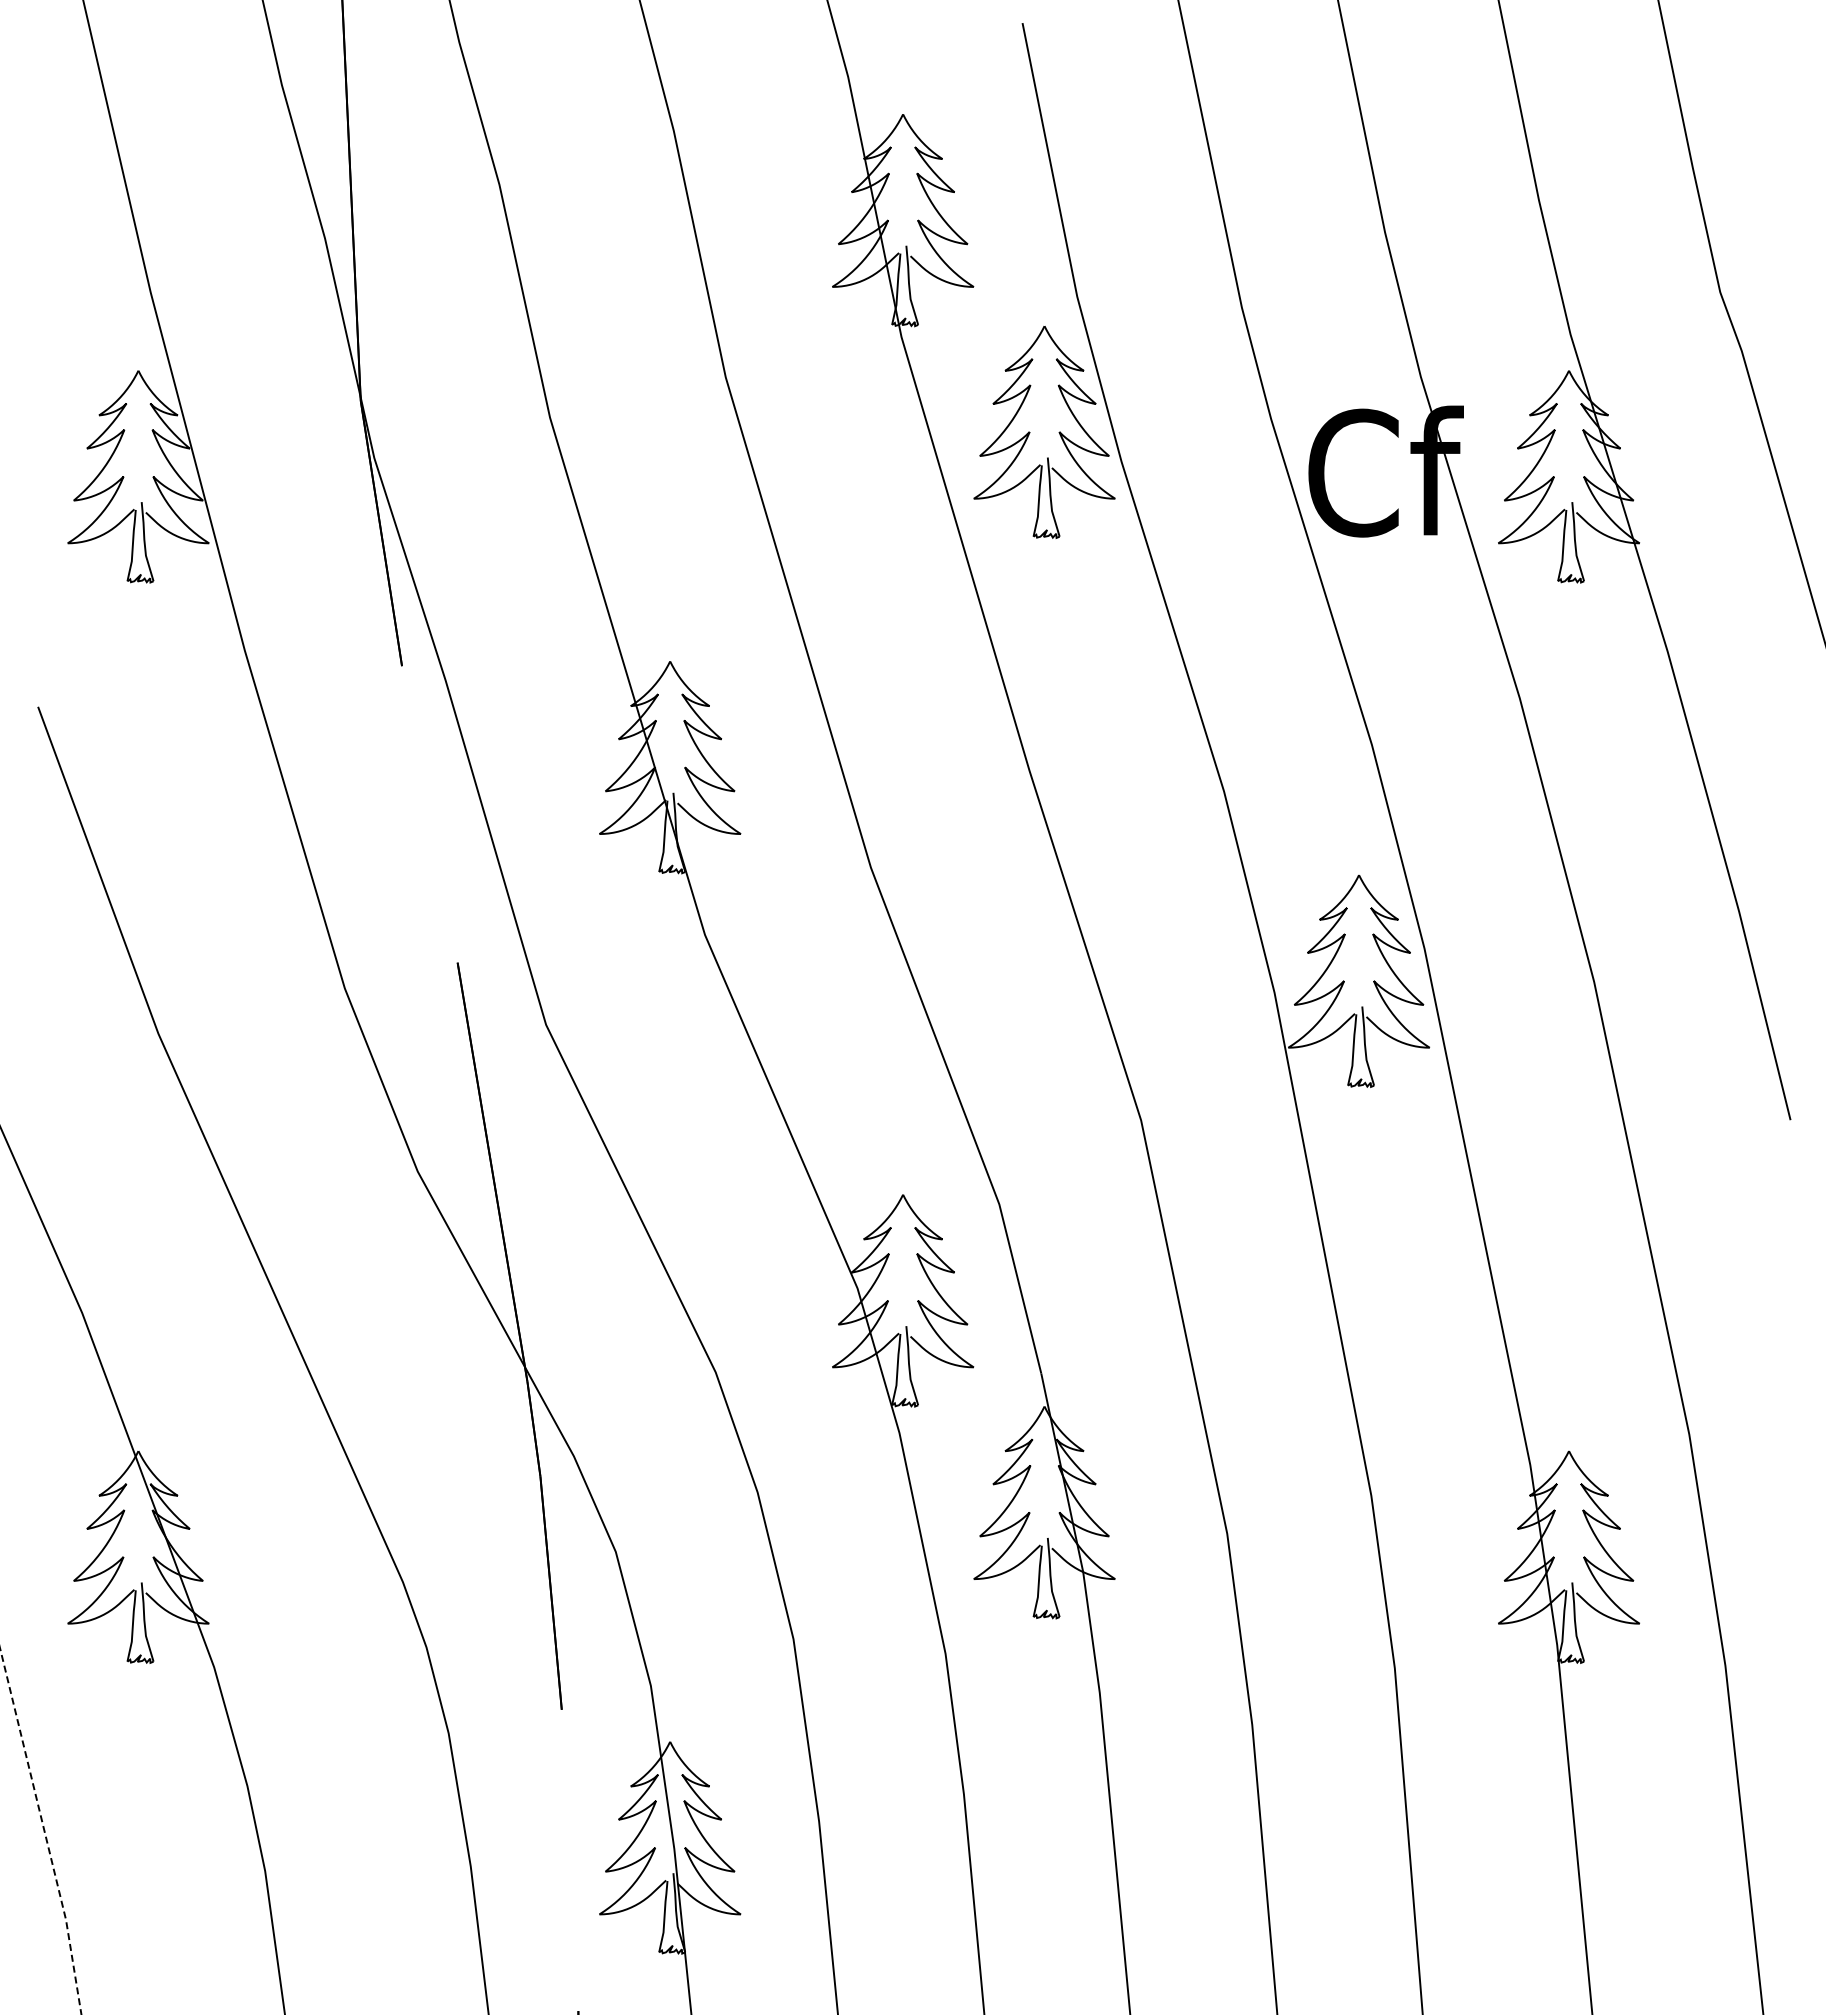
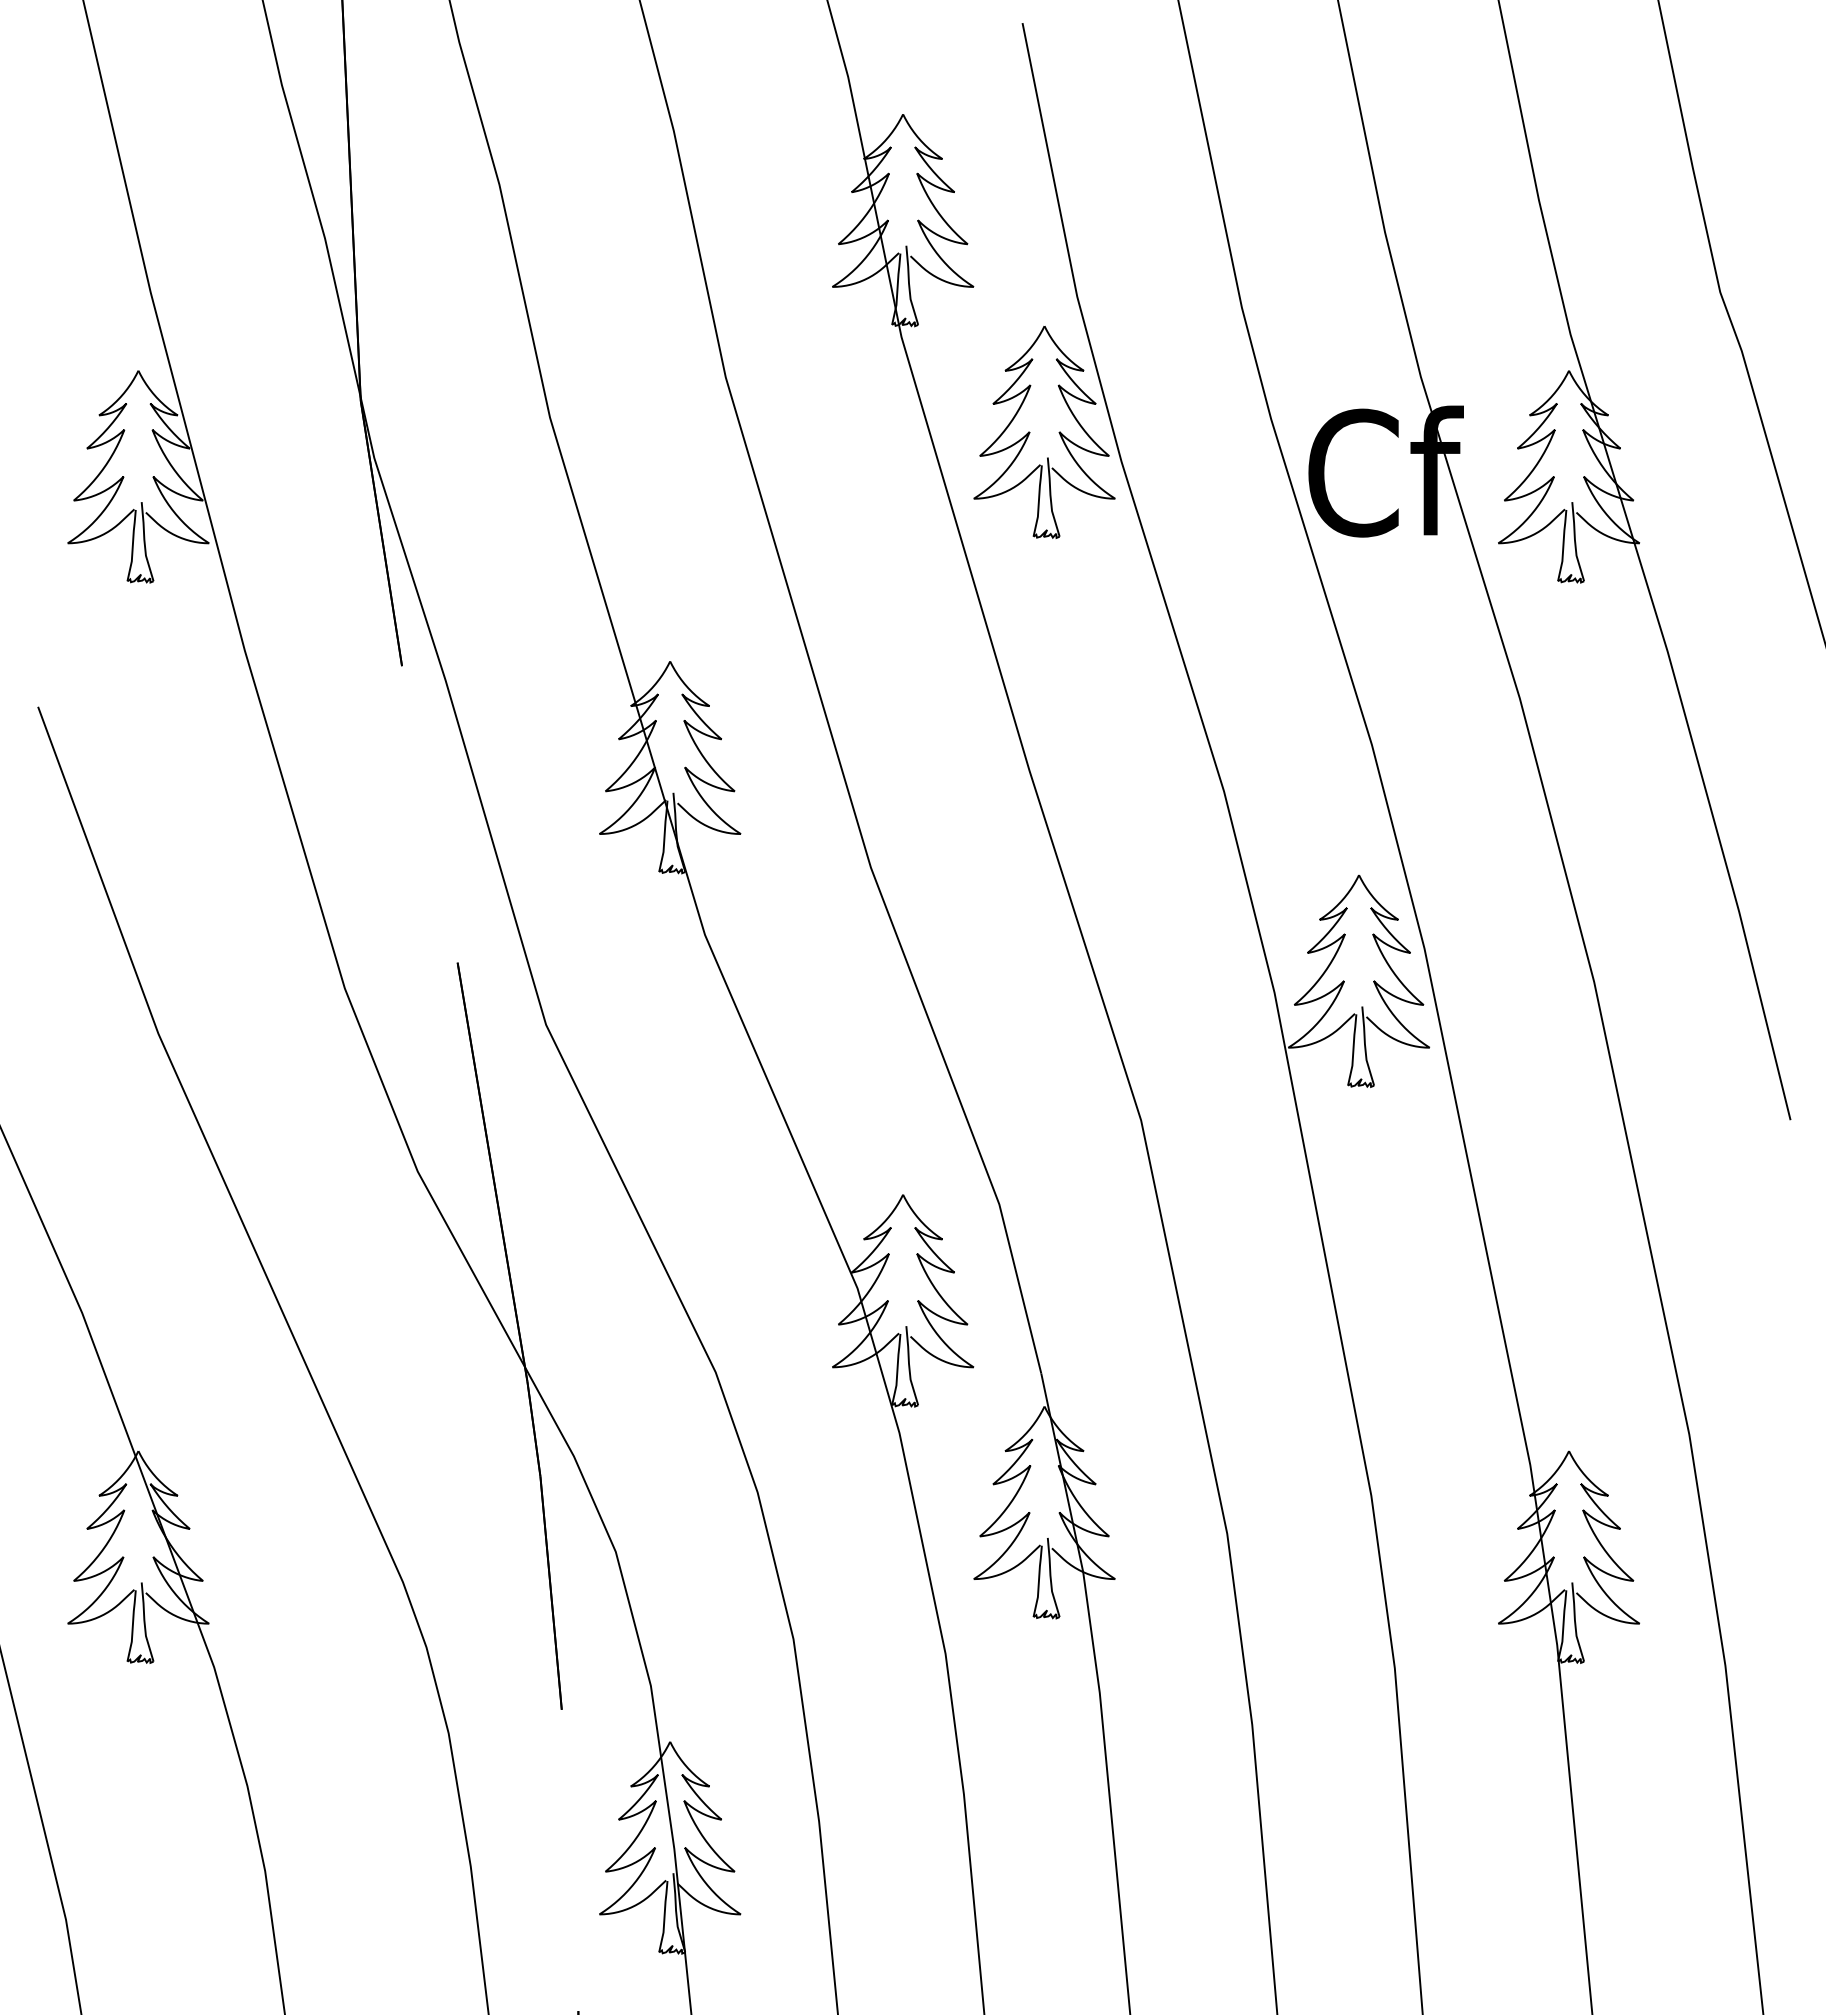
line at (44, 1831): dashed -> solid
